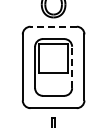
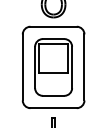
line at (53, 26): dashed -> solid
line at (72, 67): dashed -> solid
